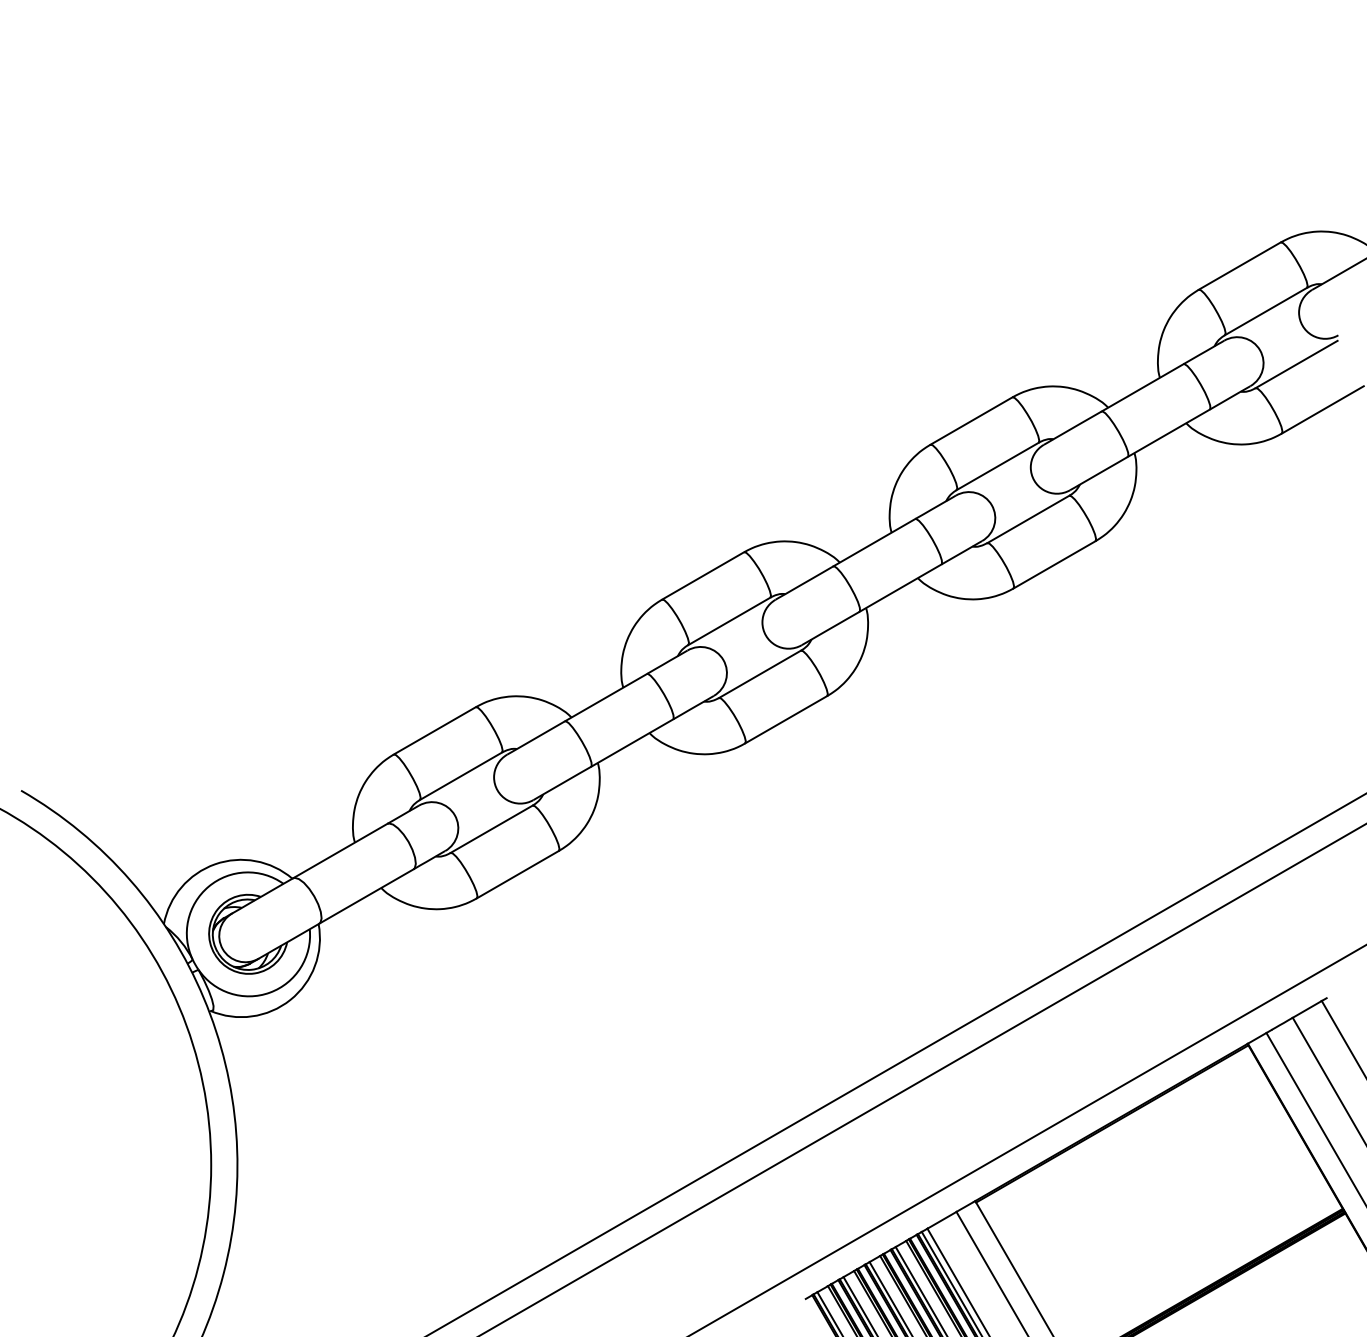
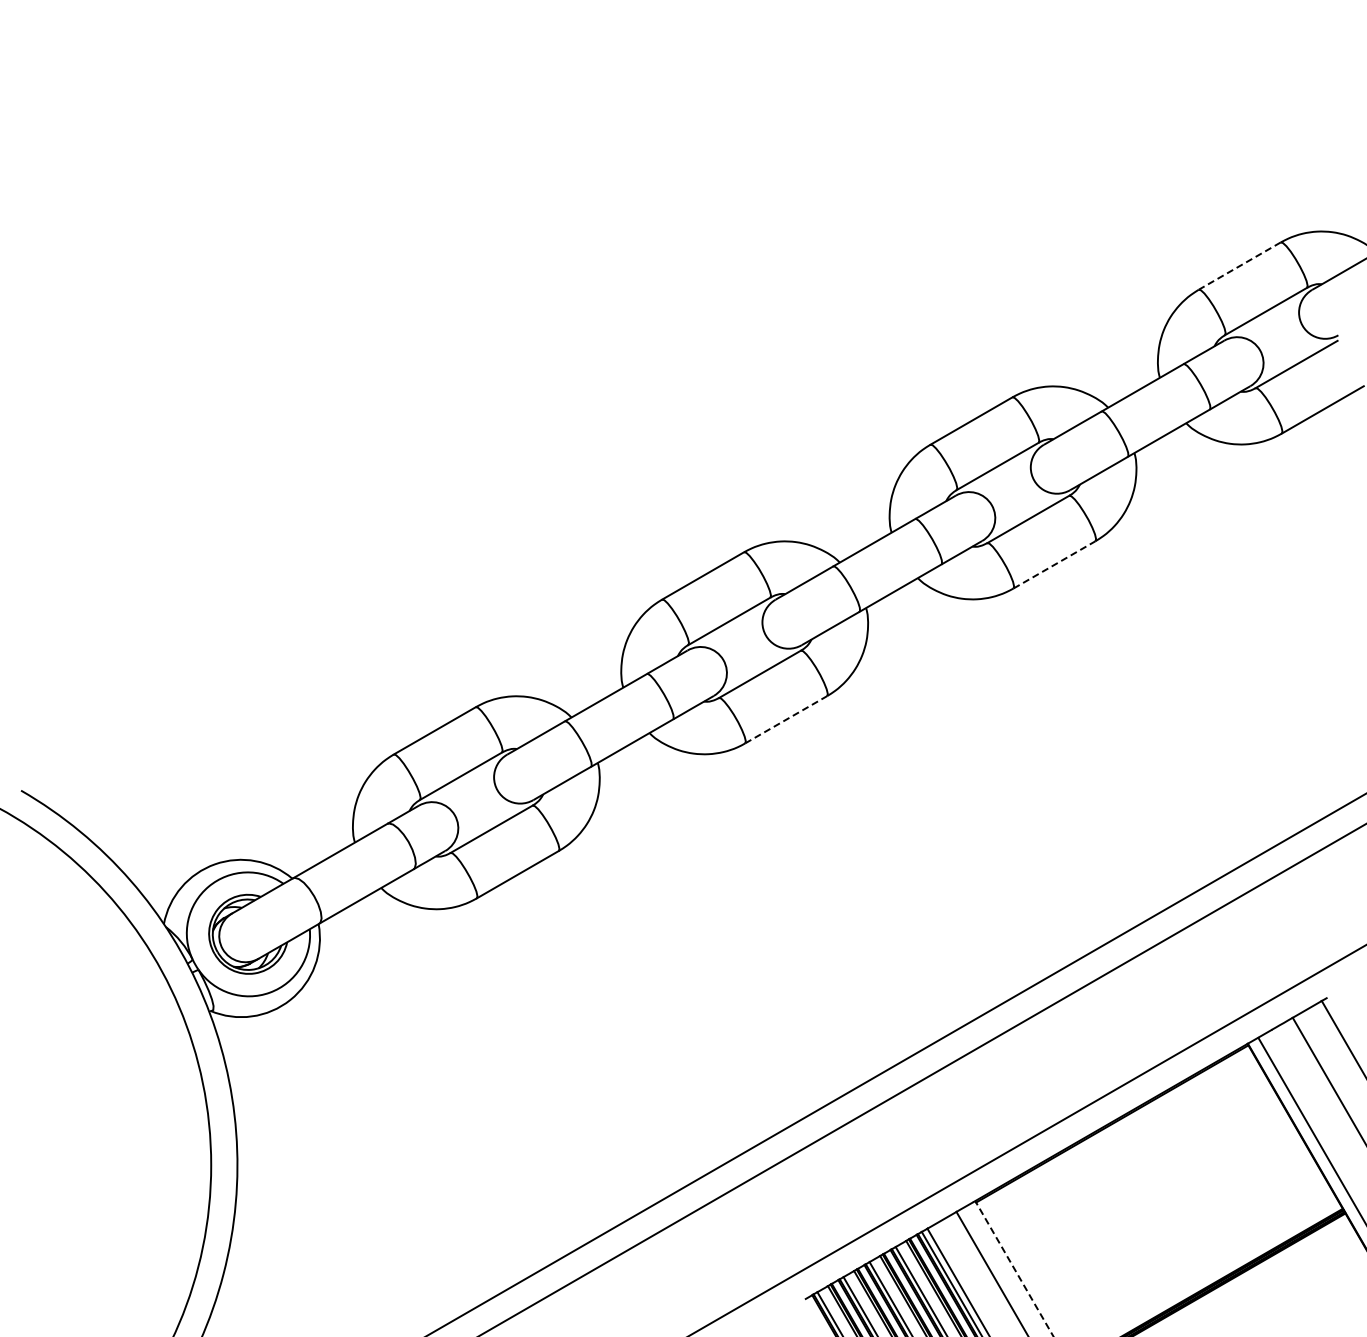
line at (1239, 266): solid -> dashed
line at (1055, 564): solid -> dashed
line at (786, 719): solid -> dashed
line at (1314, 1116) position: (1314, 1116) -> (1310, 1128)
line at (1014, 1268): solid -> dashed
